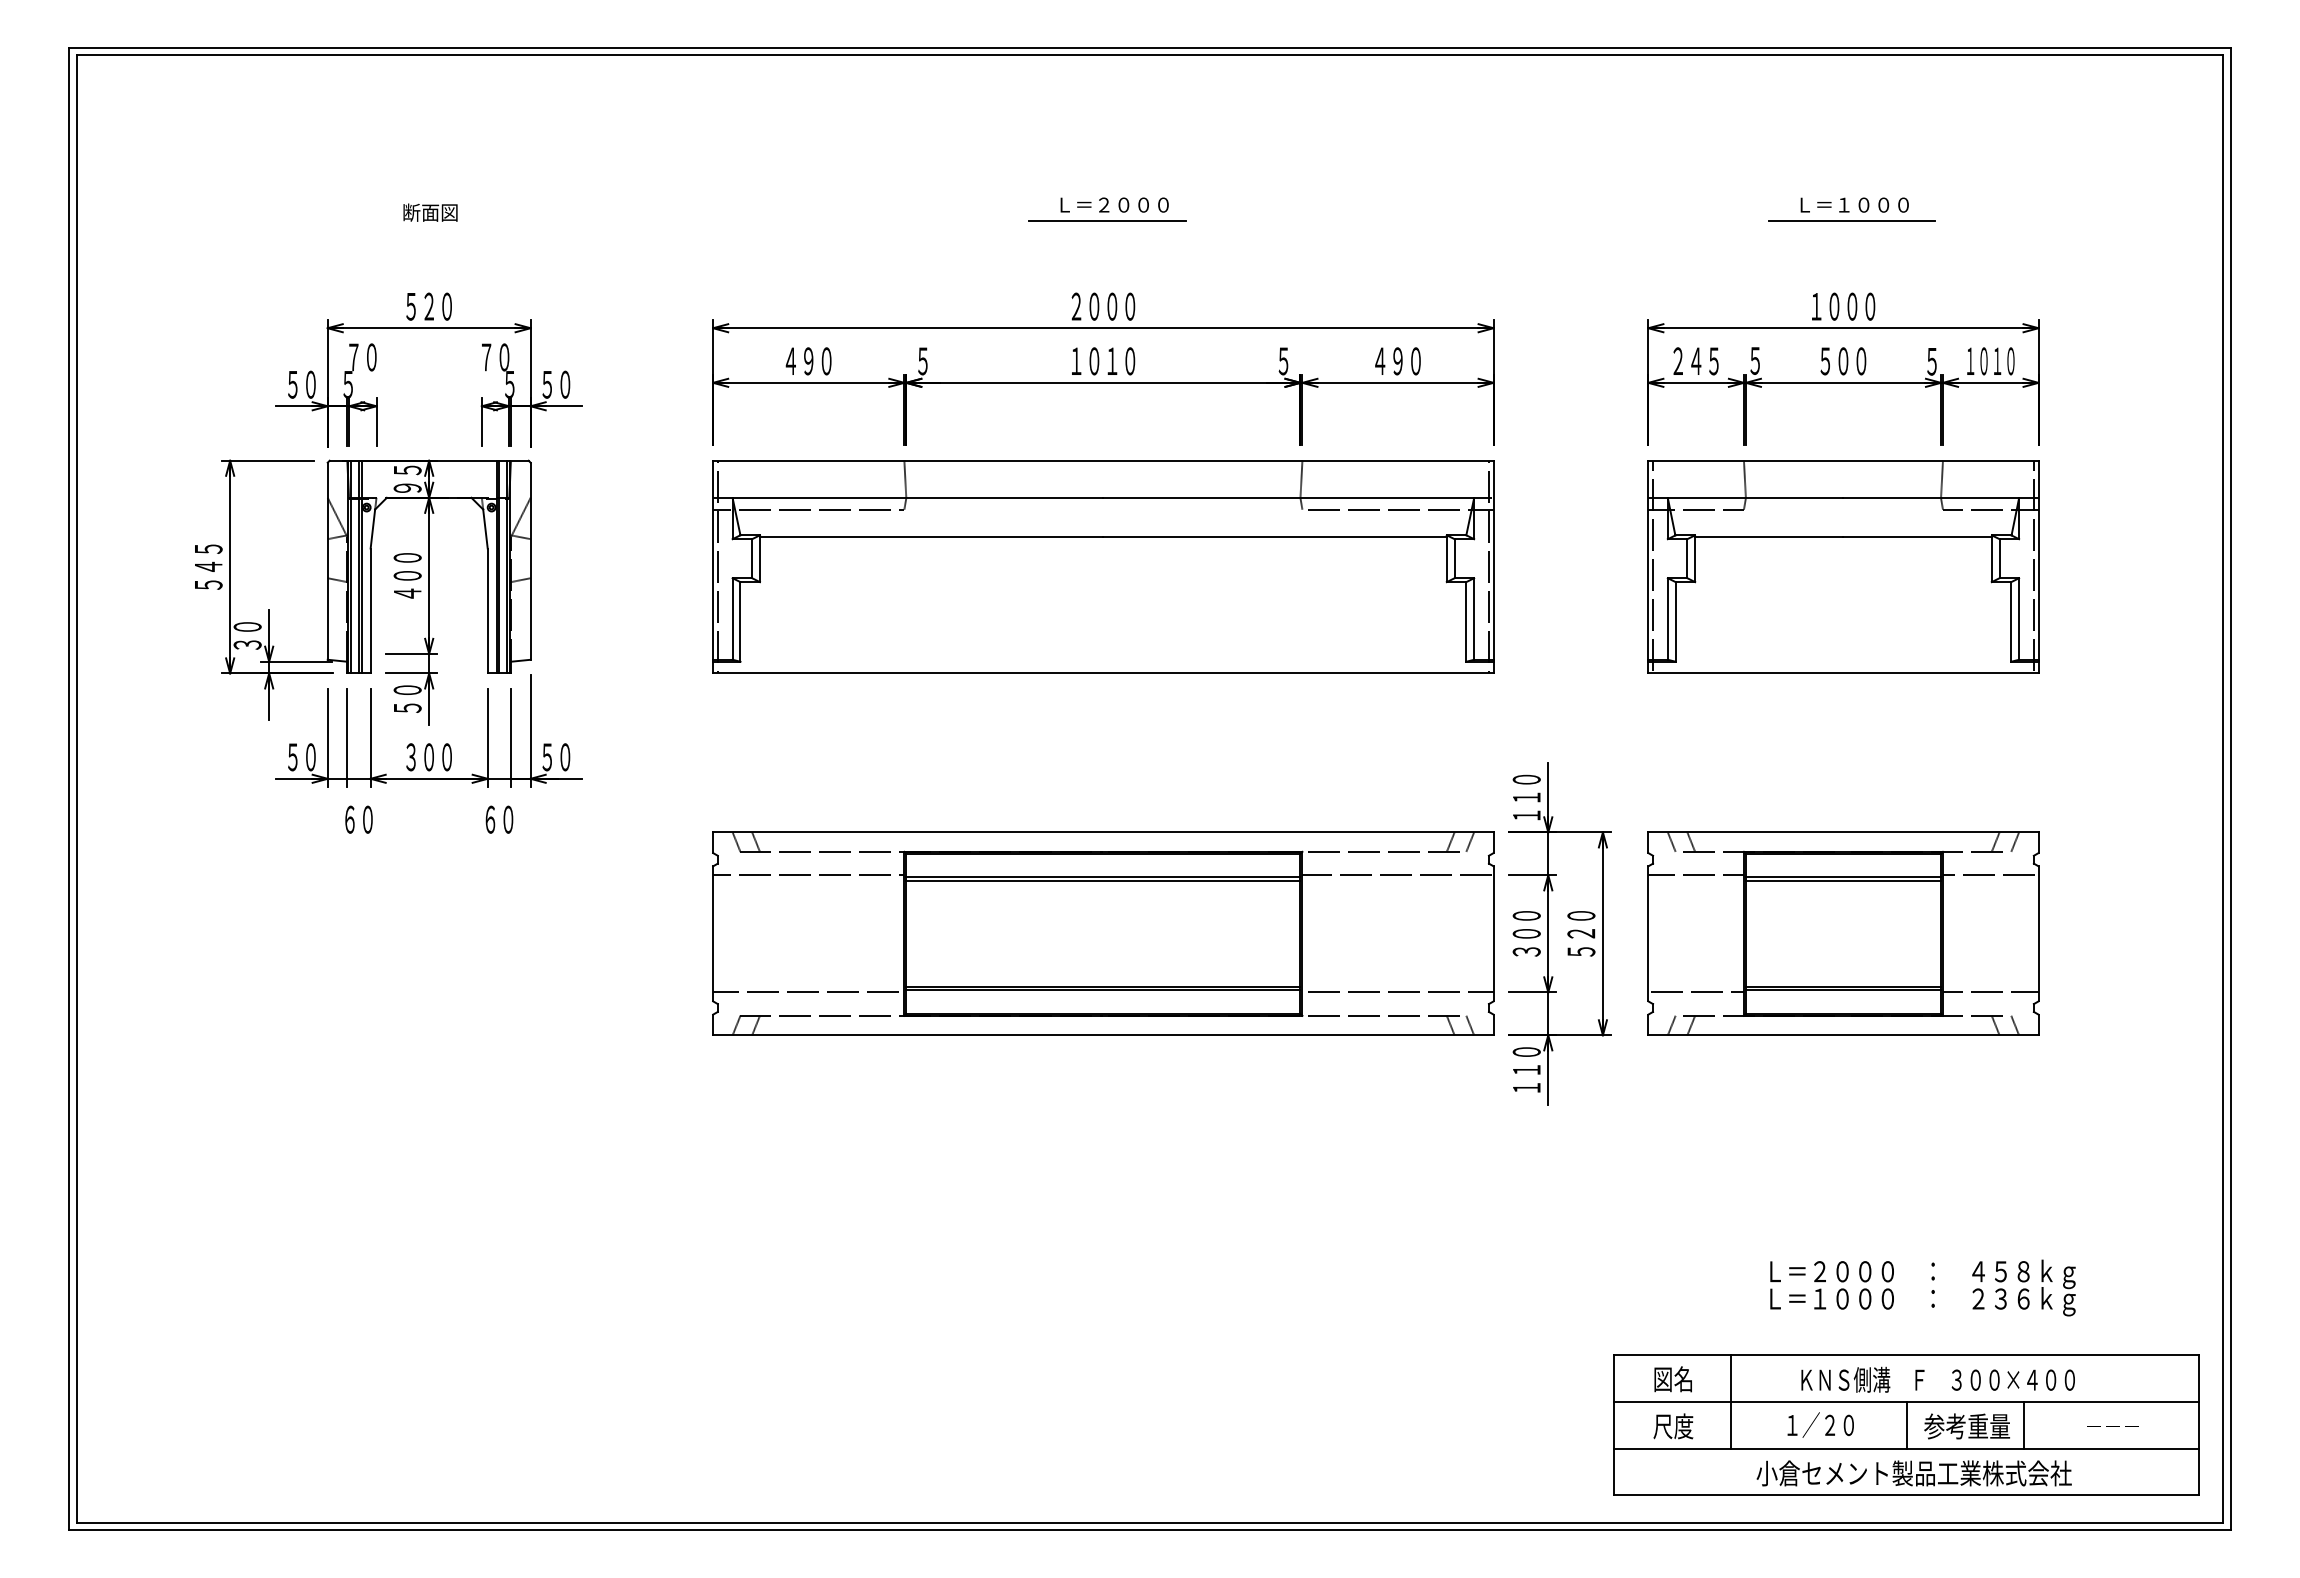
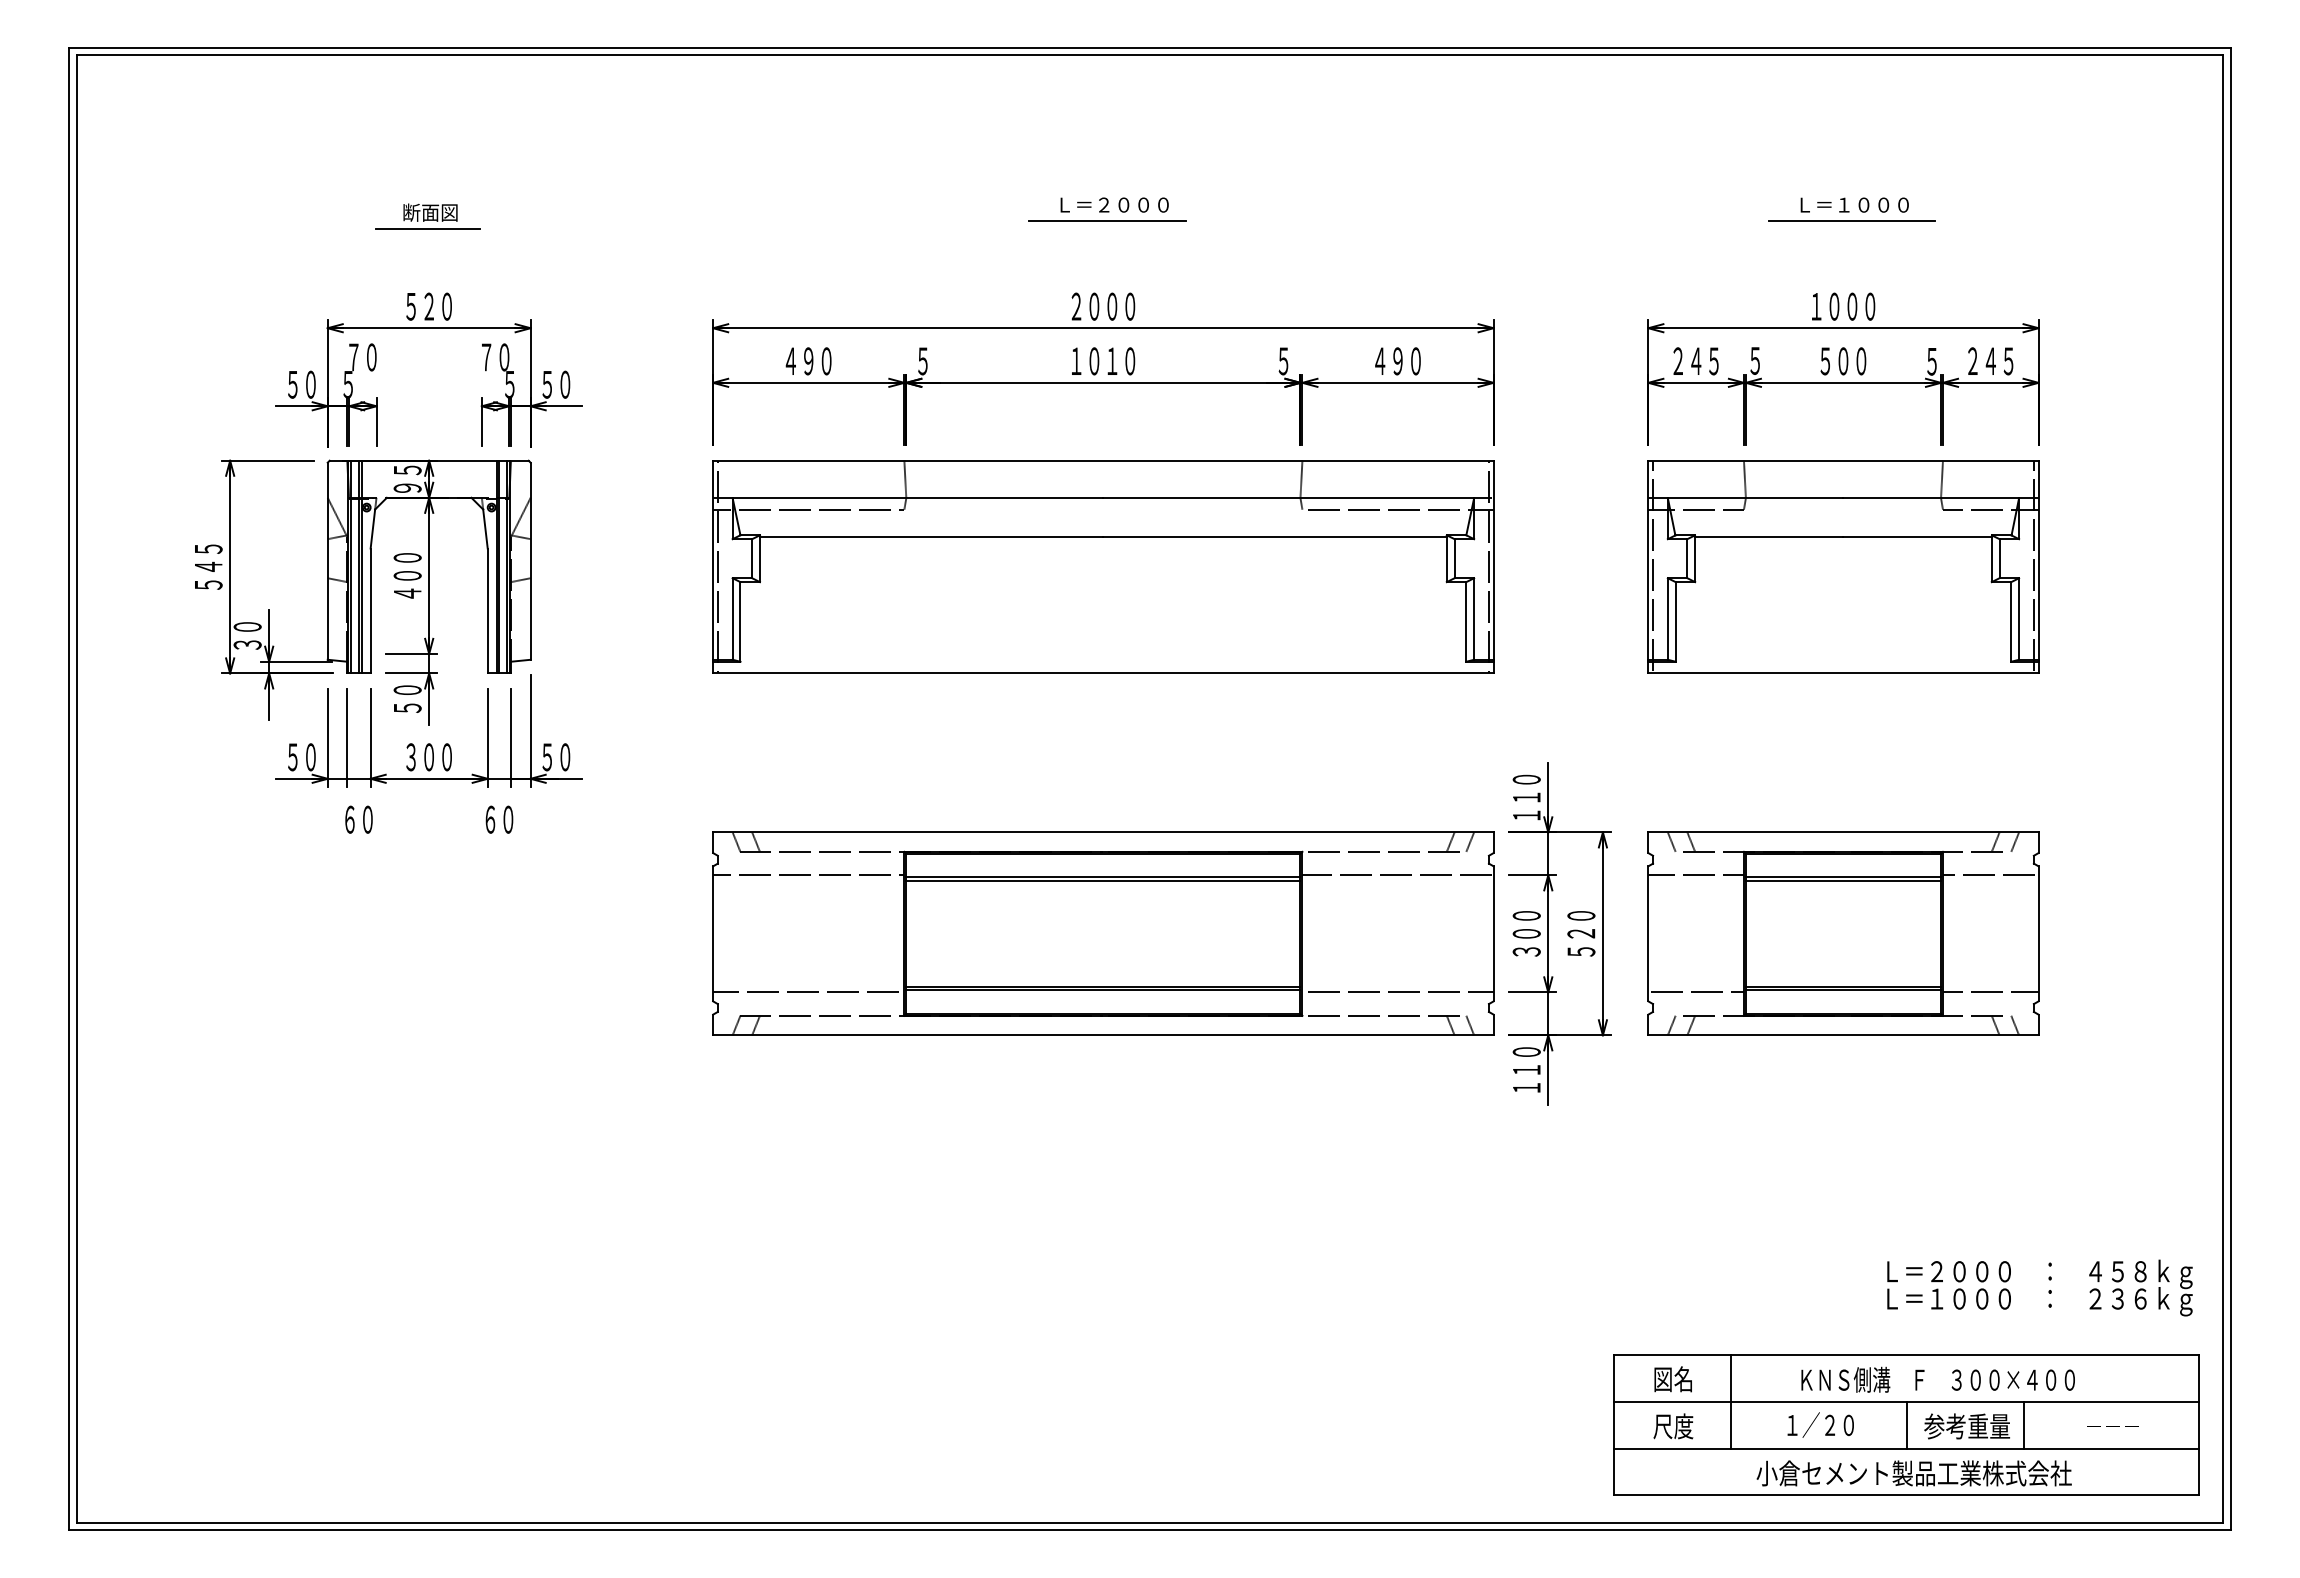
line at (427, 228): none -> present
text at (1990, 361): １０１０ -> ２４５
text at (1922, 1287) position: (1922, 1287) -> (2039, 1287)
